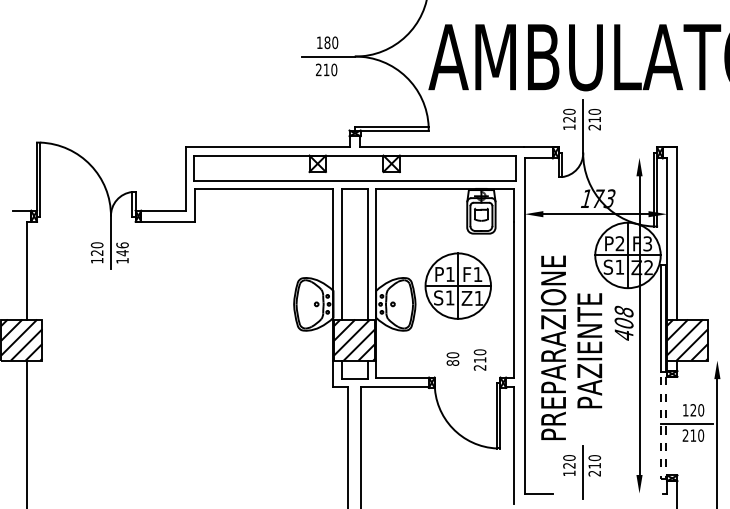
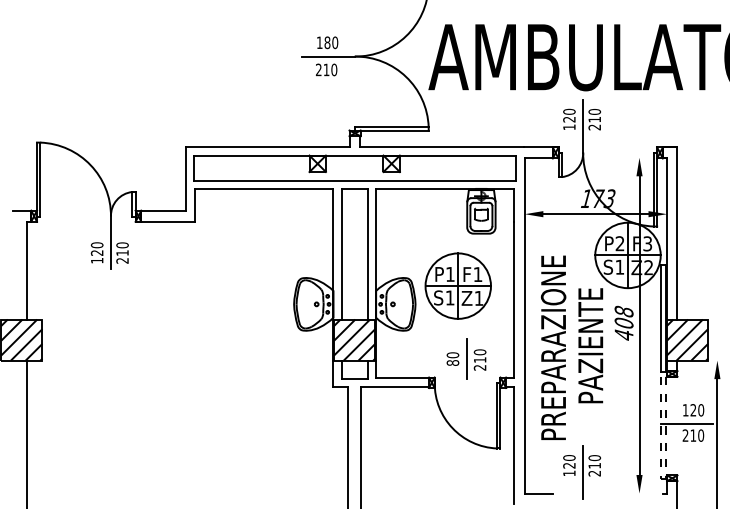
text at (122, 252): 146 -> 210
text at (589, 350) position: (589, 350) -> (590, 345)
line at (466, 358): none -> present
